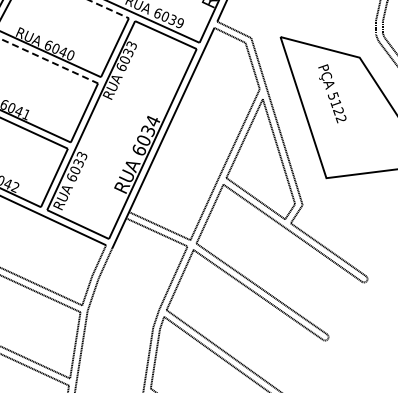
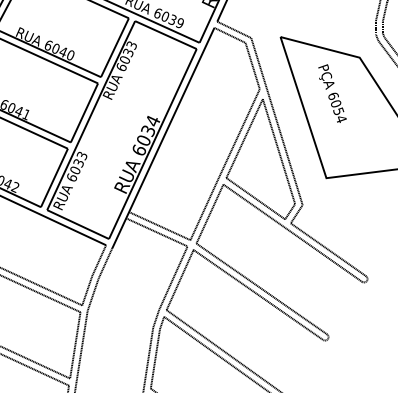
line at (108, 9): dashed -> solid
line at (49, 61): dashed -> solid
text at (336, 107): 5122 -> 6054
